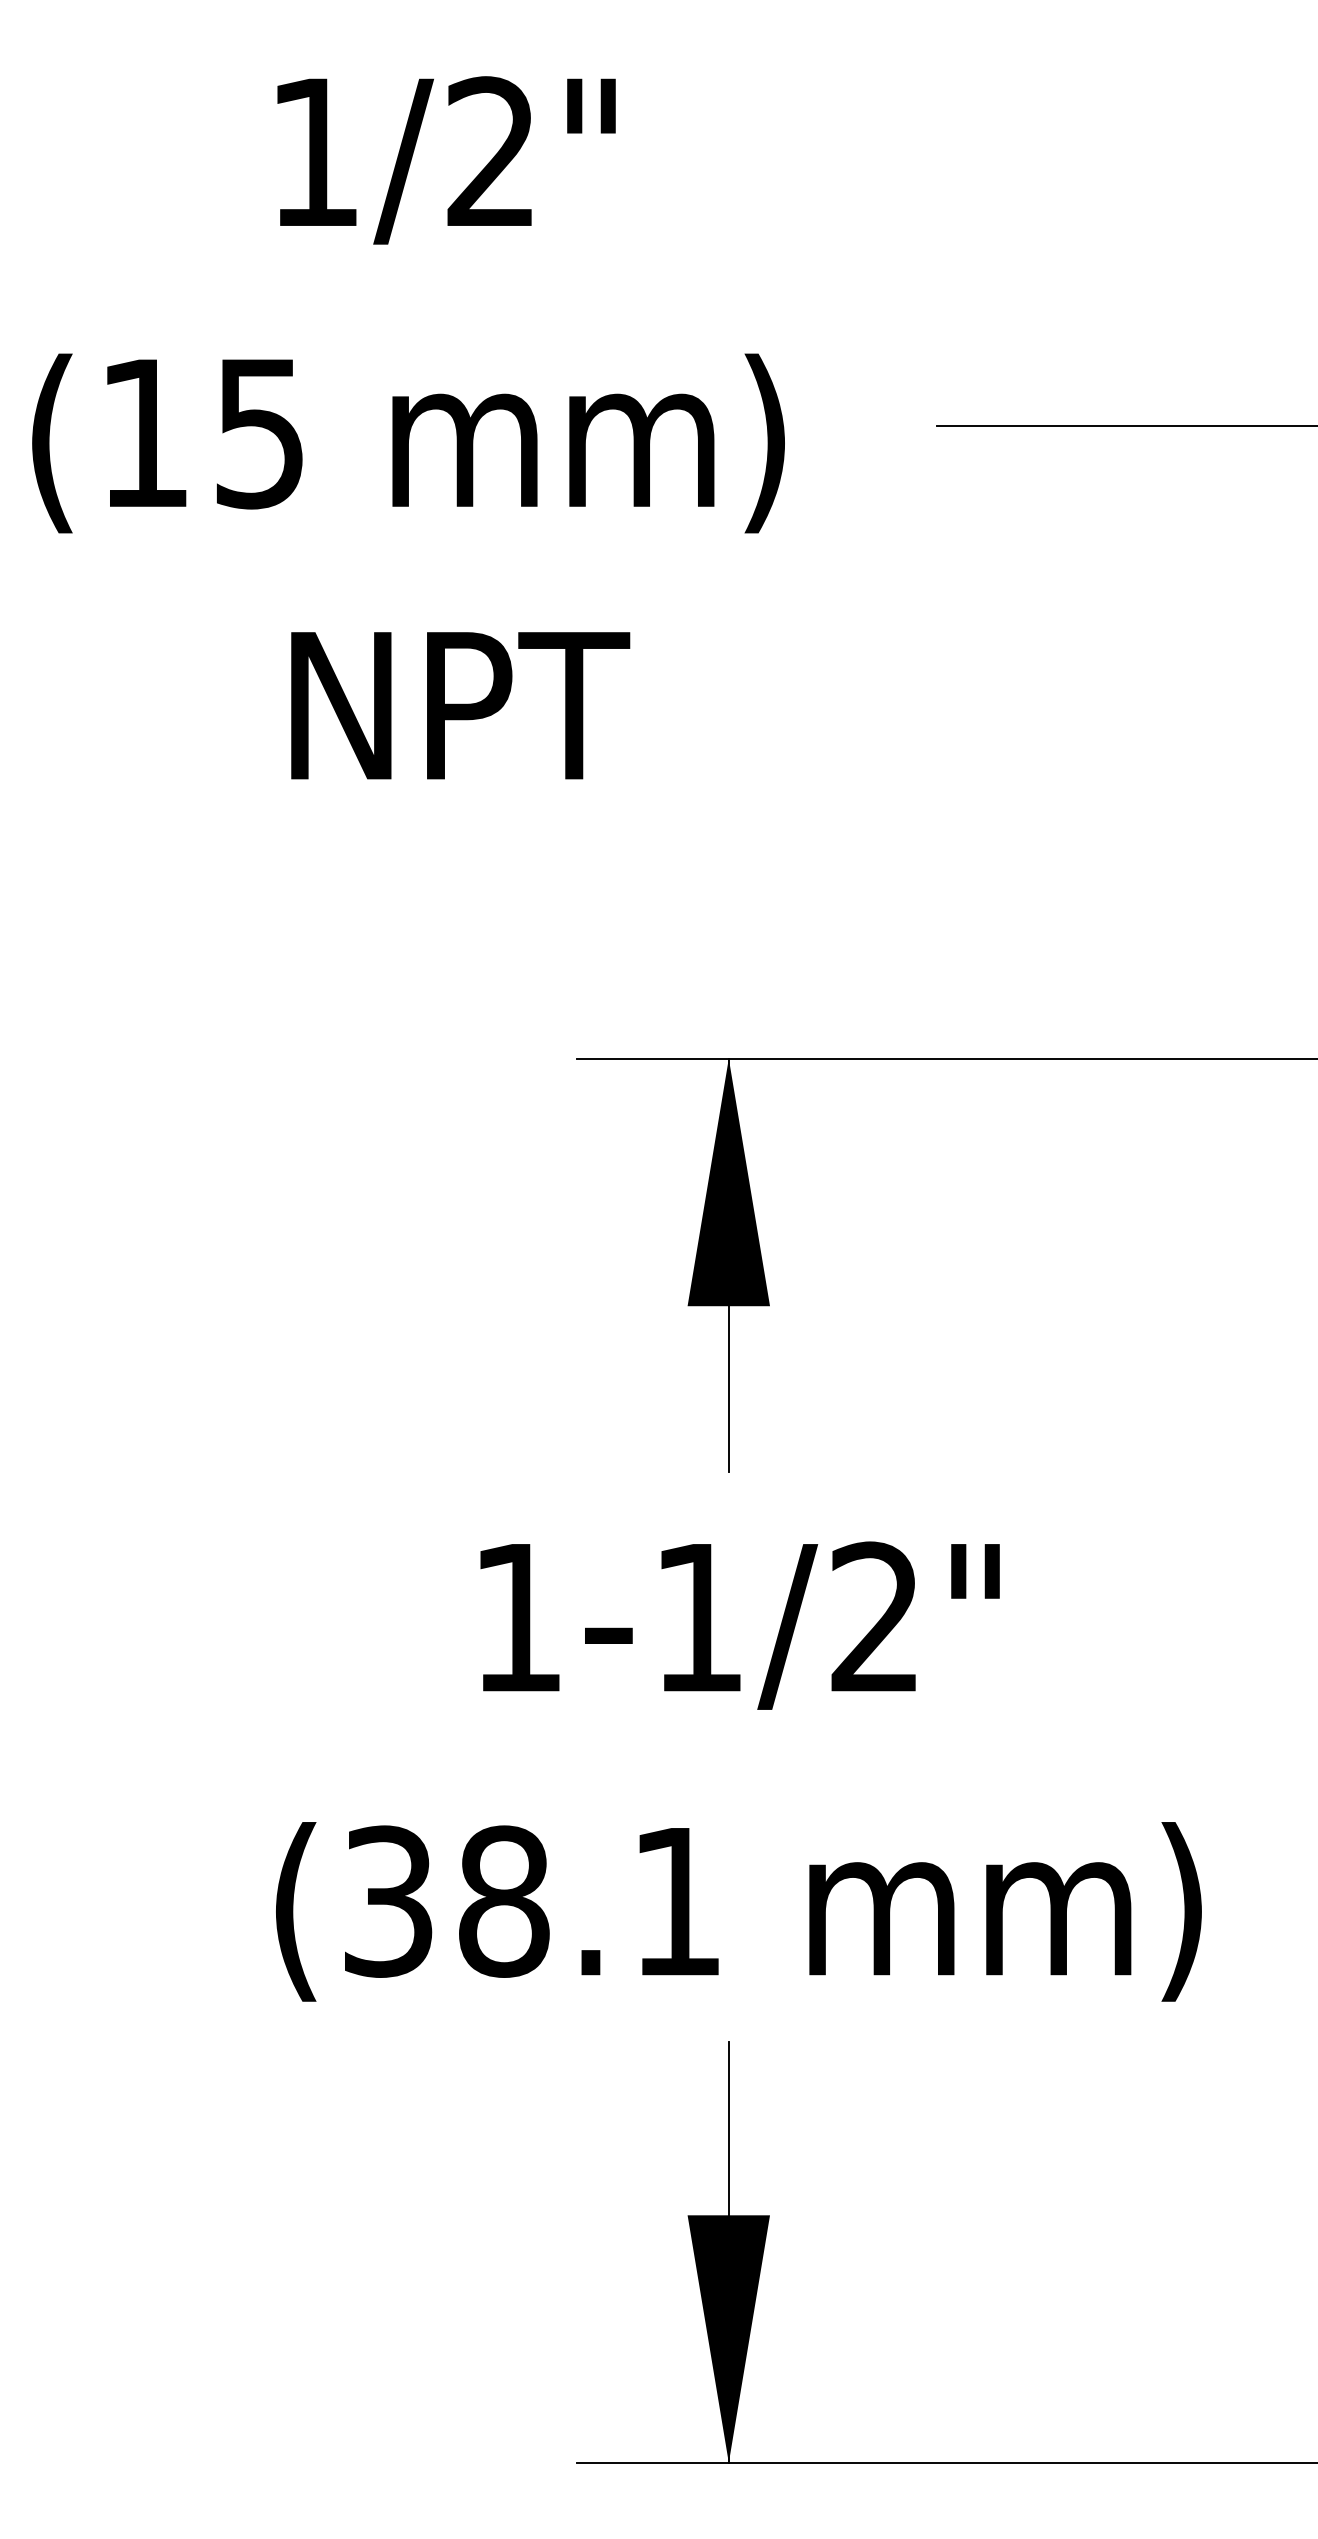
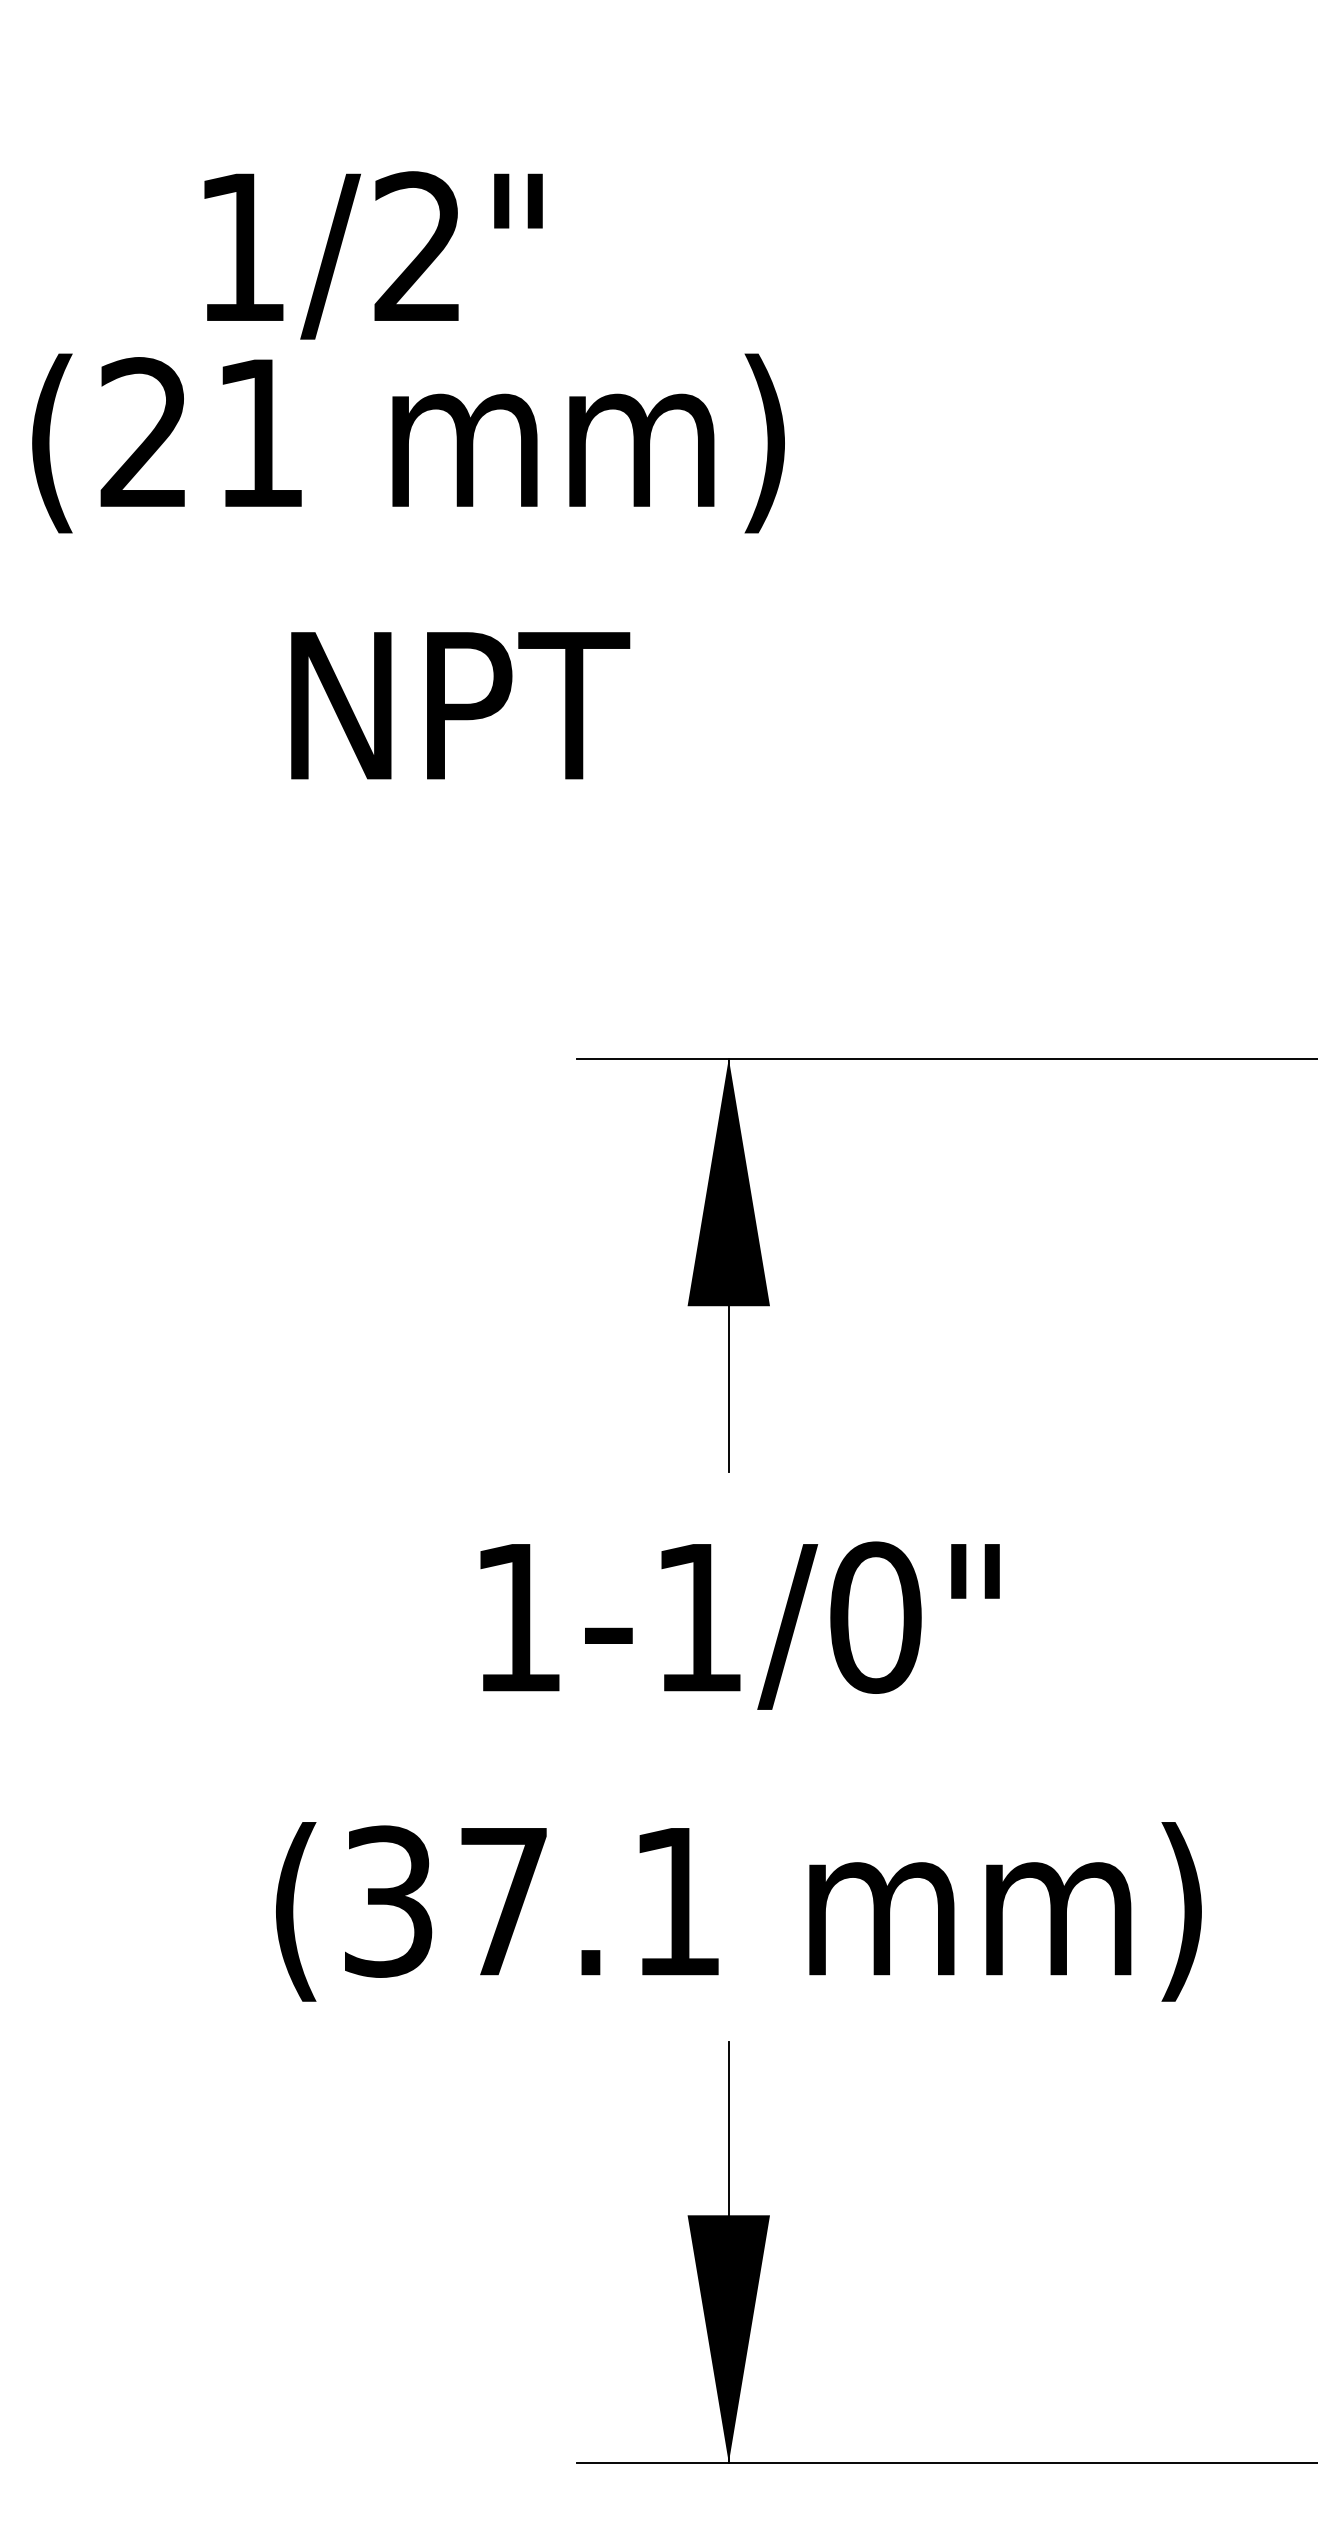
text at (446, 160) position: (446, 160) -> (373, 255)
line at (1125, 425): present -> none
text at (201, 433): (15 -> (21
text at (875, 1617): 1-1/2" -> 1-1/0"
text at (504, 1901): (38.1 -> (37.1
